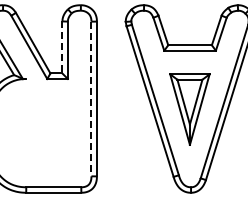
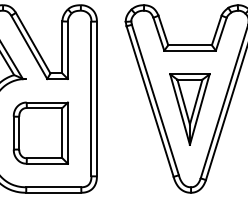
line at (62, 47): dashed -> solid
line at (91, 99): dashed -> solid
part at (40, 132): none -> present
